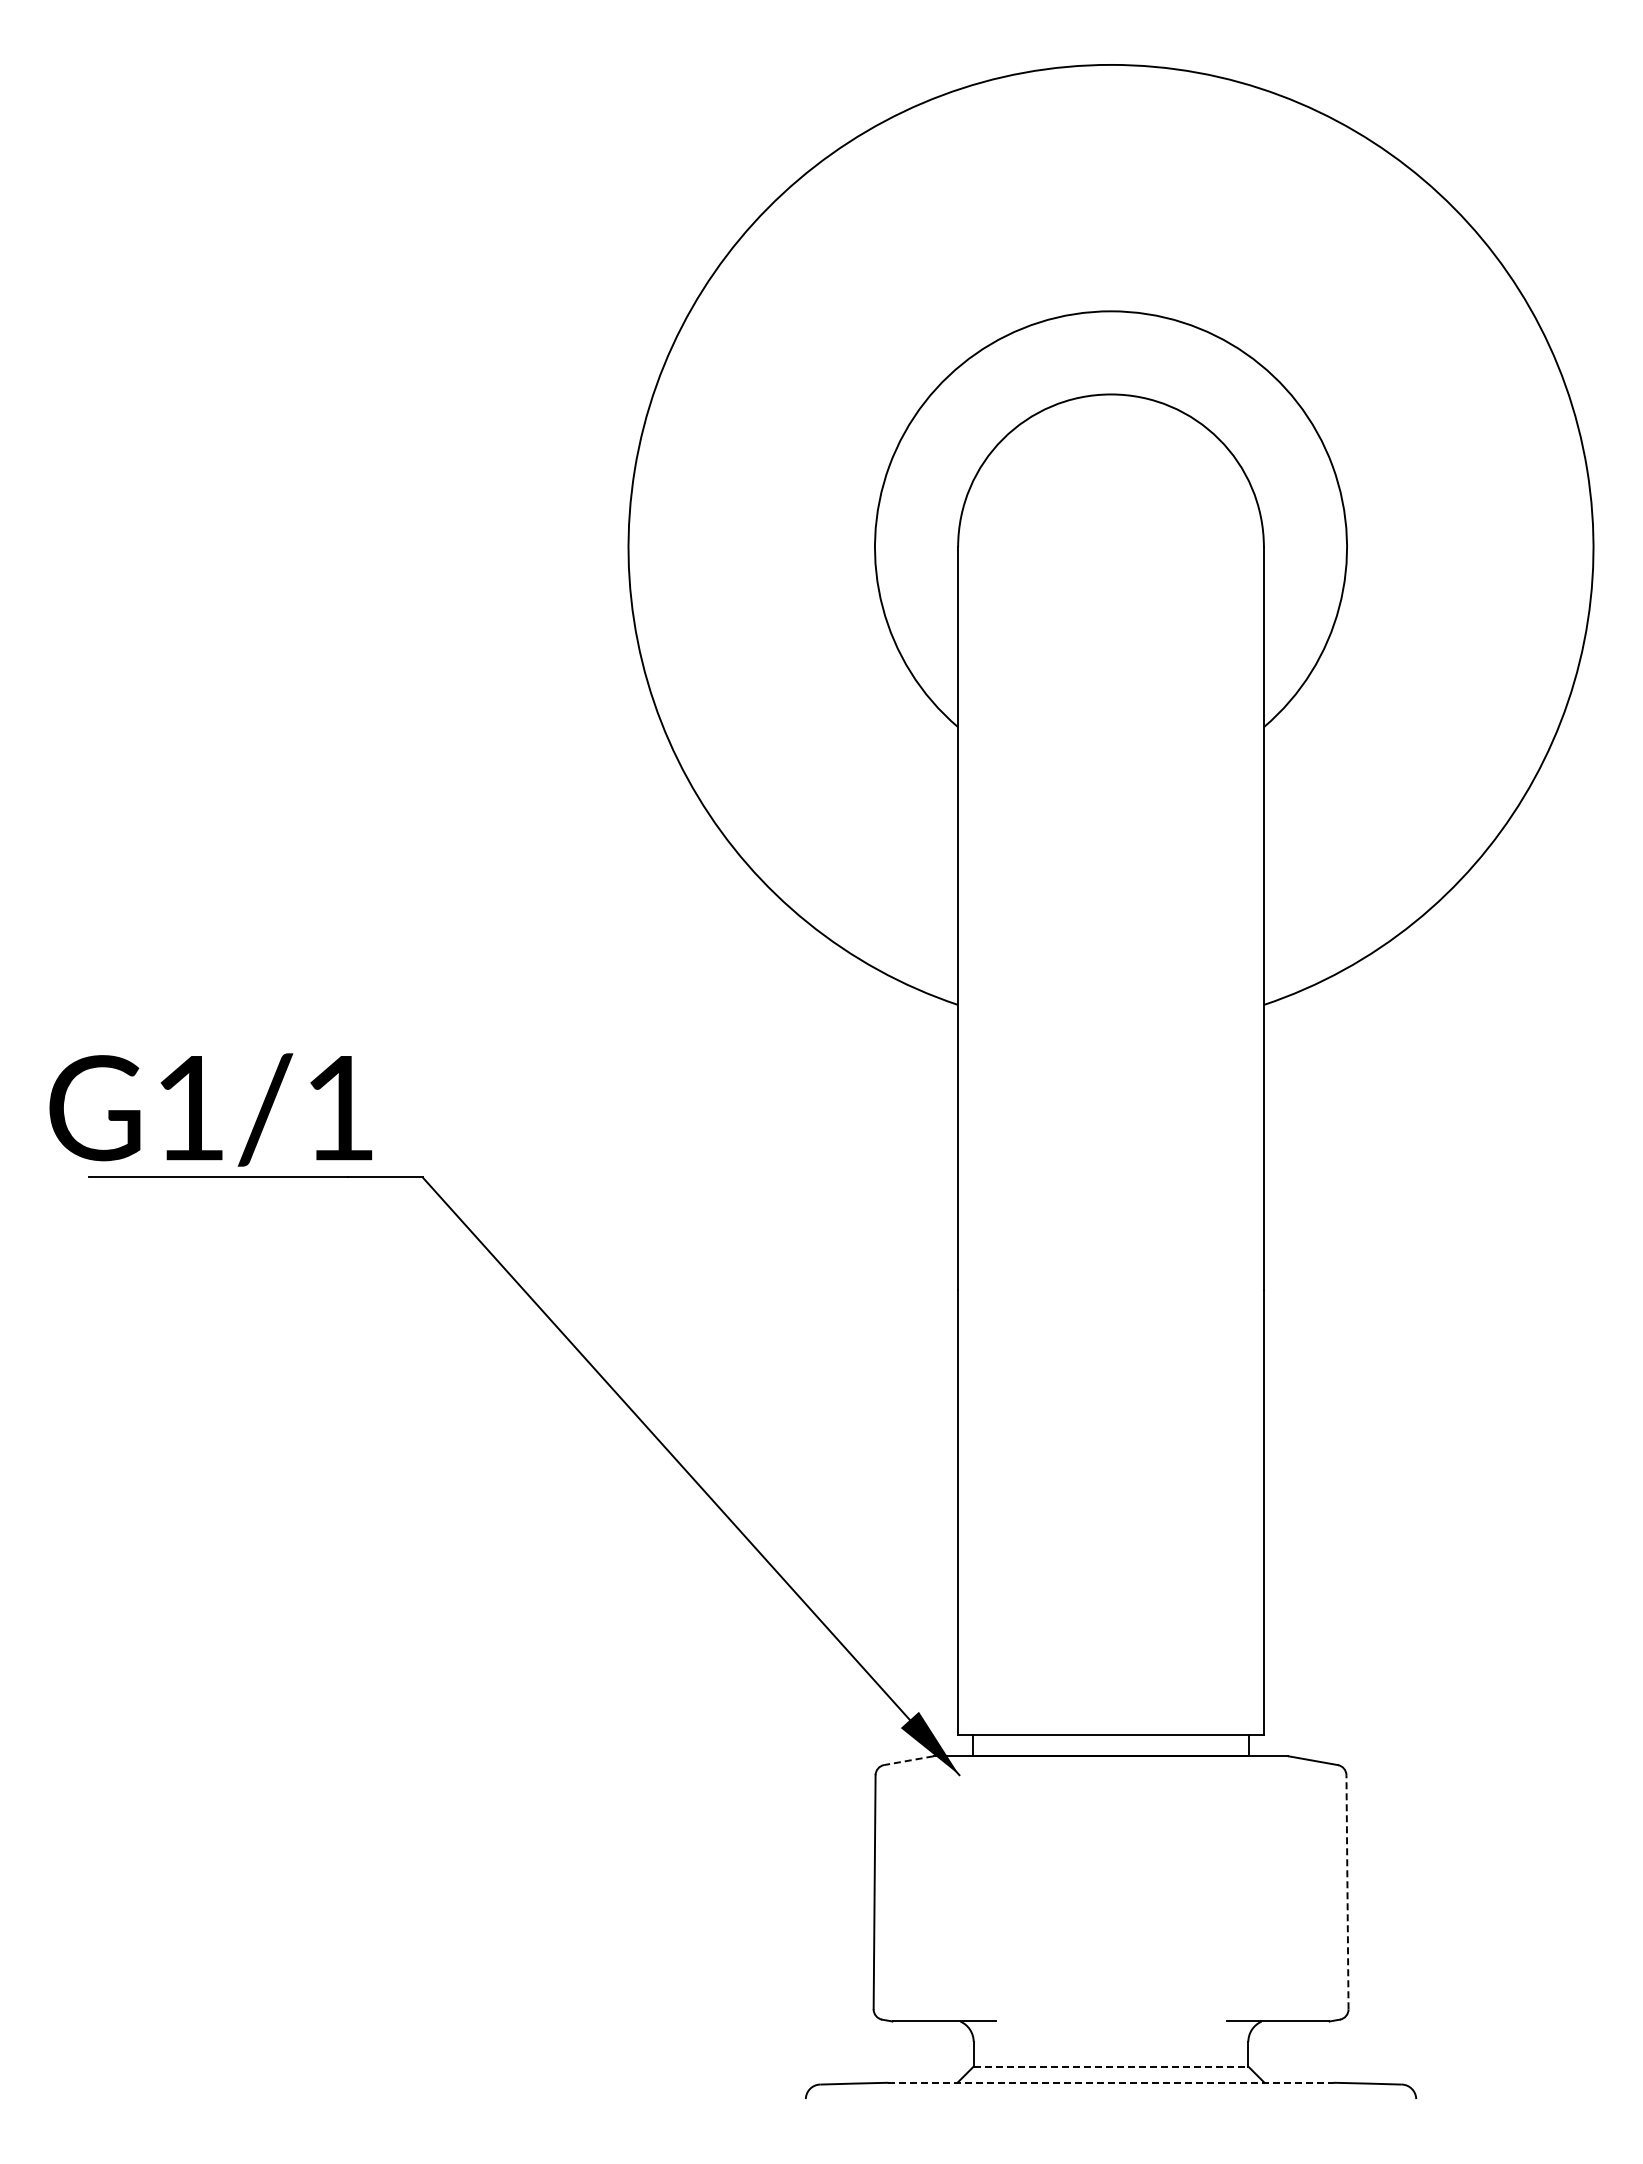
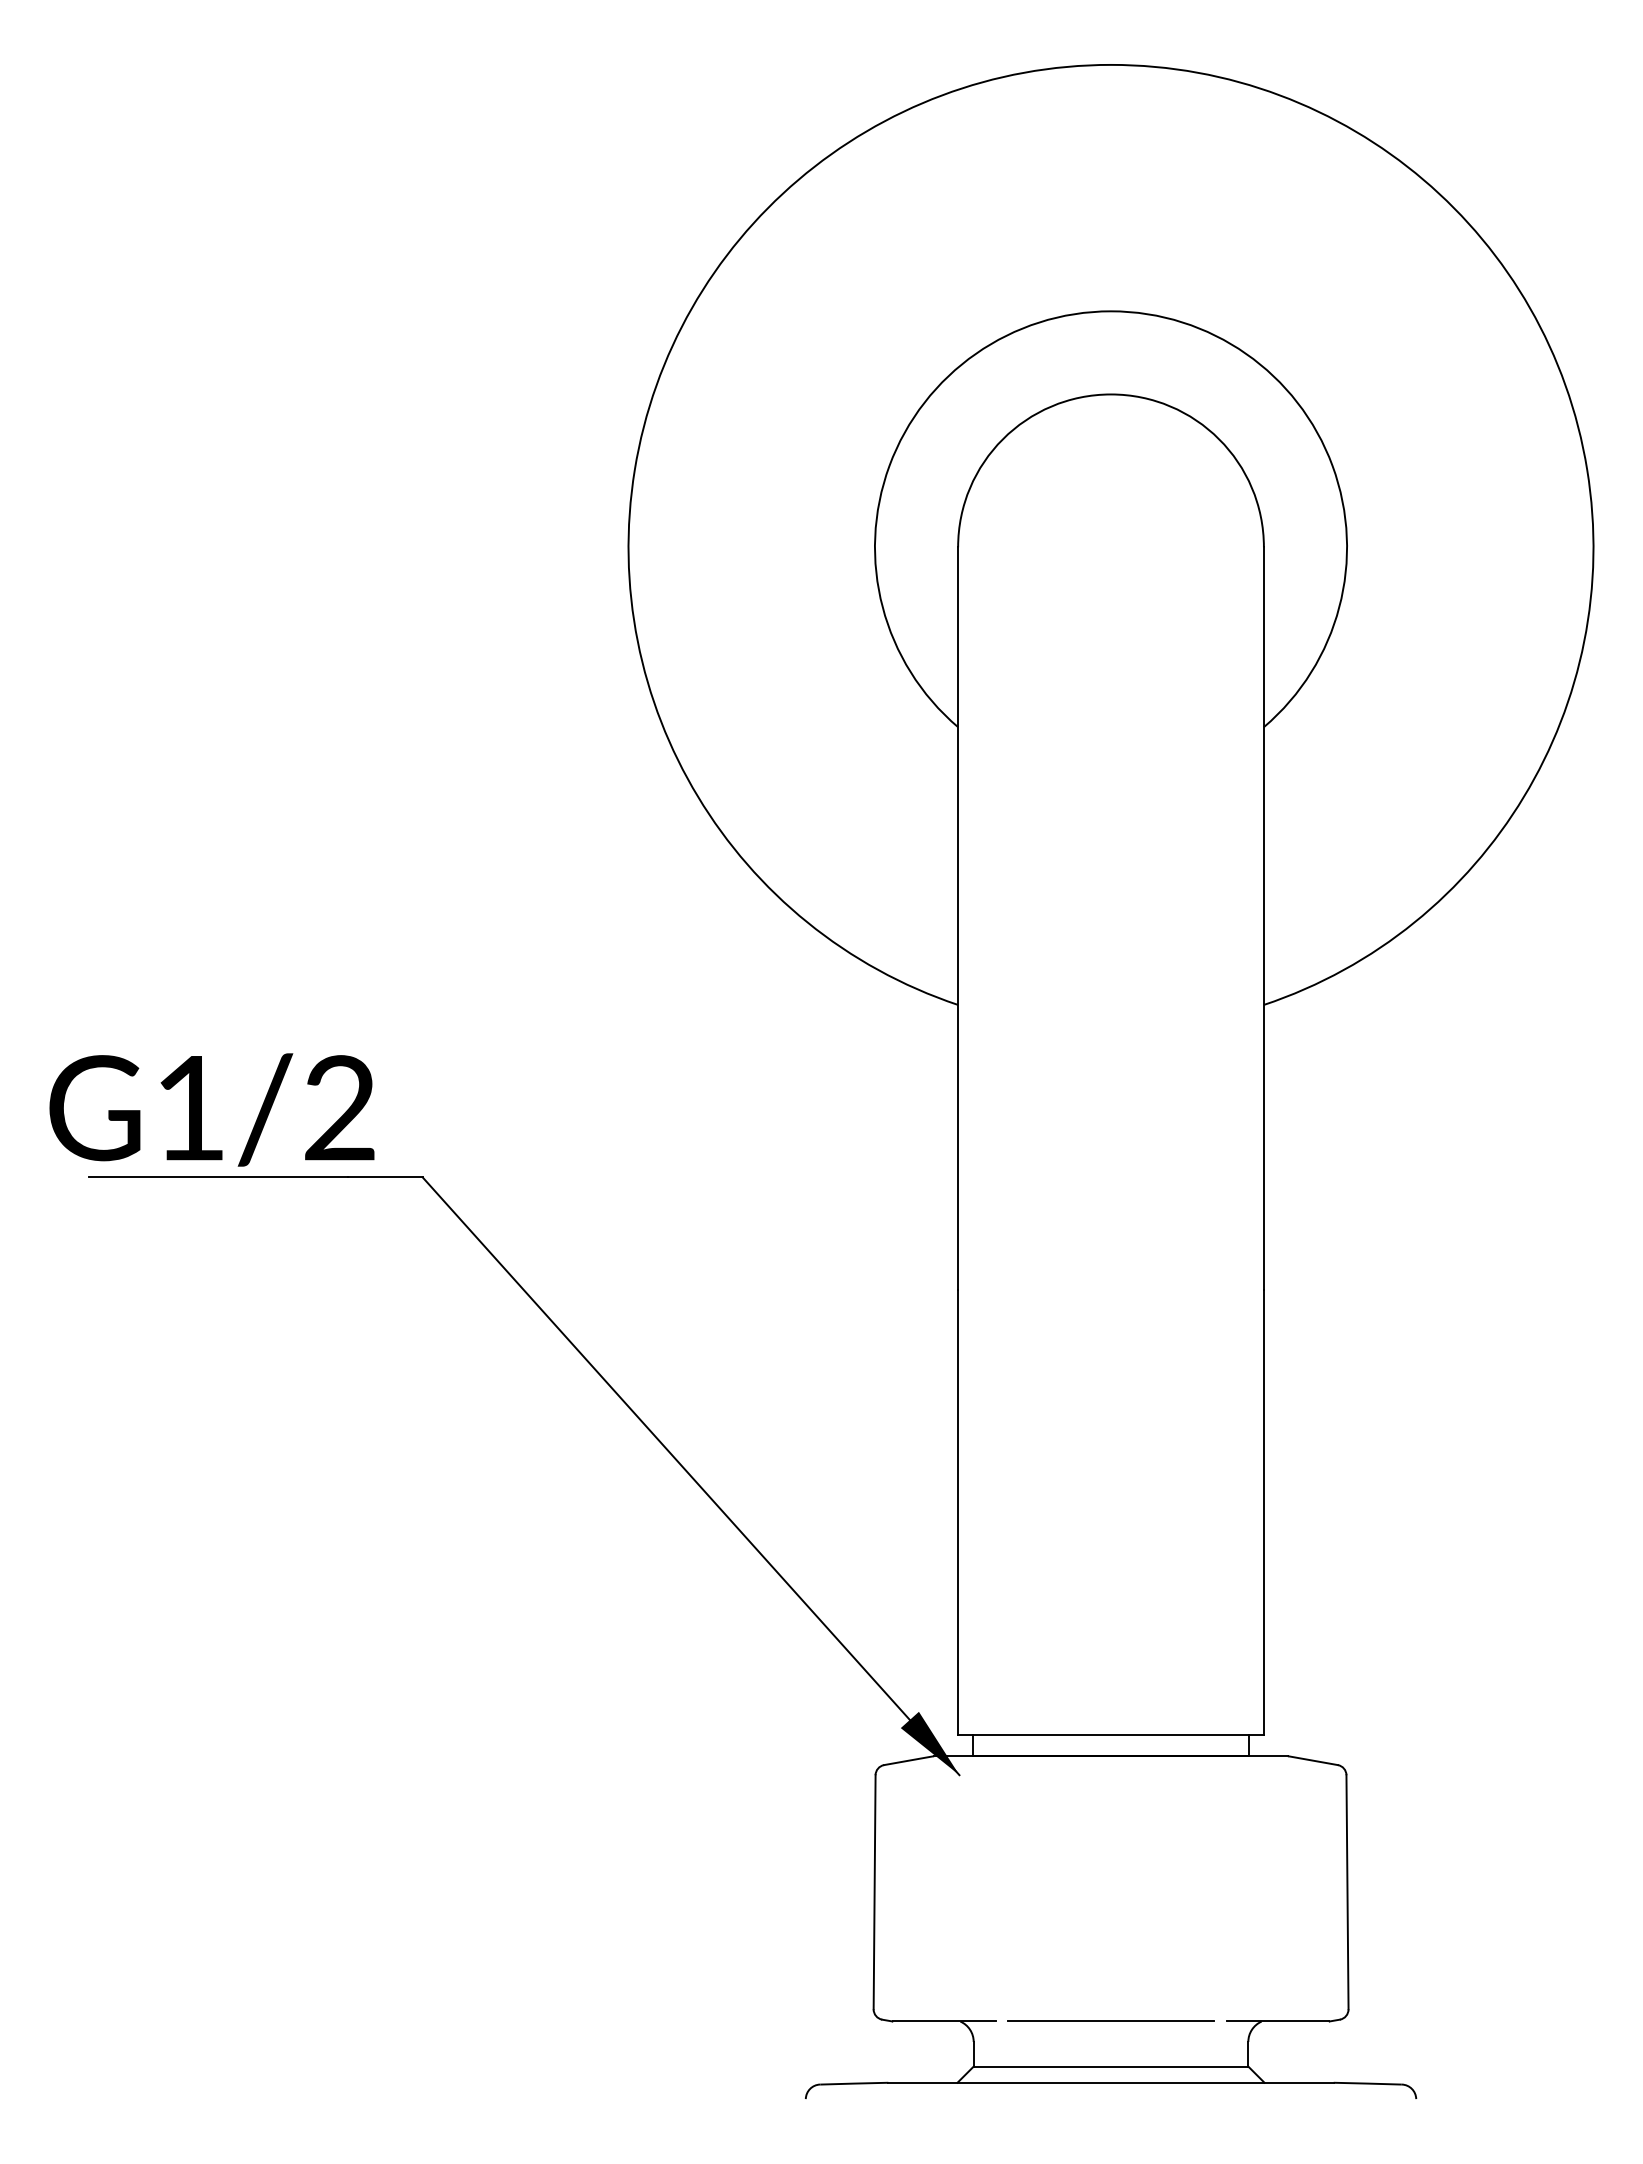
text at (339, 1107): G1/1 -> G1/2
line at (908, 1760): dashed -> solid
line at (1347, 1891): dashed -> solid
line at (1110, 2021): none -> present
line at (1111, 2066): dashed -> solid
line at (1111, 2082): dashed -> solid
